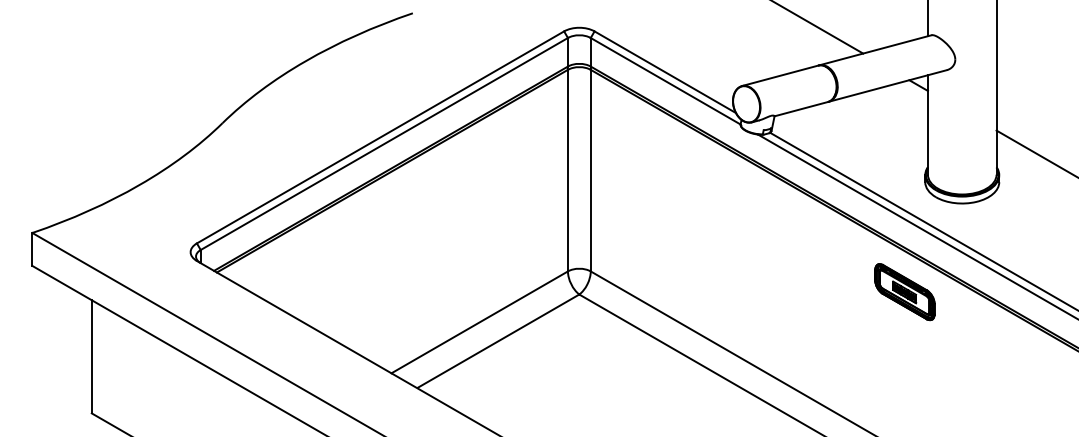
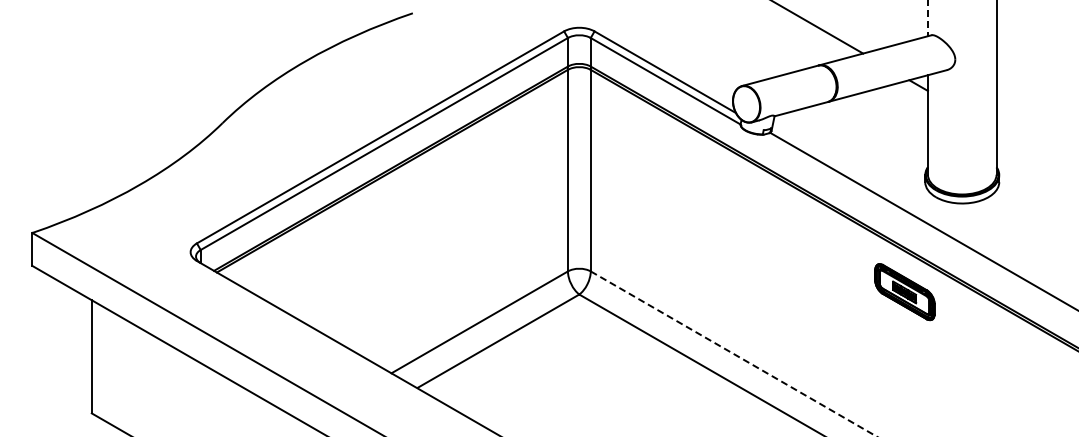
line at (927, 18): solid -> dashed
line at (1035, 153): present -> none
line at (916, 225): present -> none
line at (734, 354): solid -> dashed
